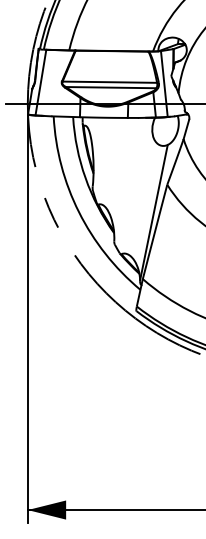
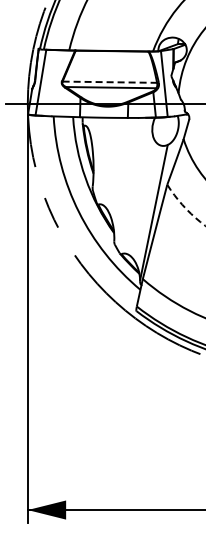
line at (110, 82): solid -> dashed
arc at (185, 207): solid -> dashed
